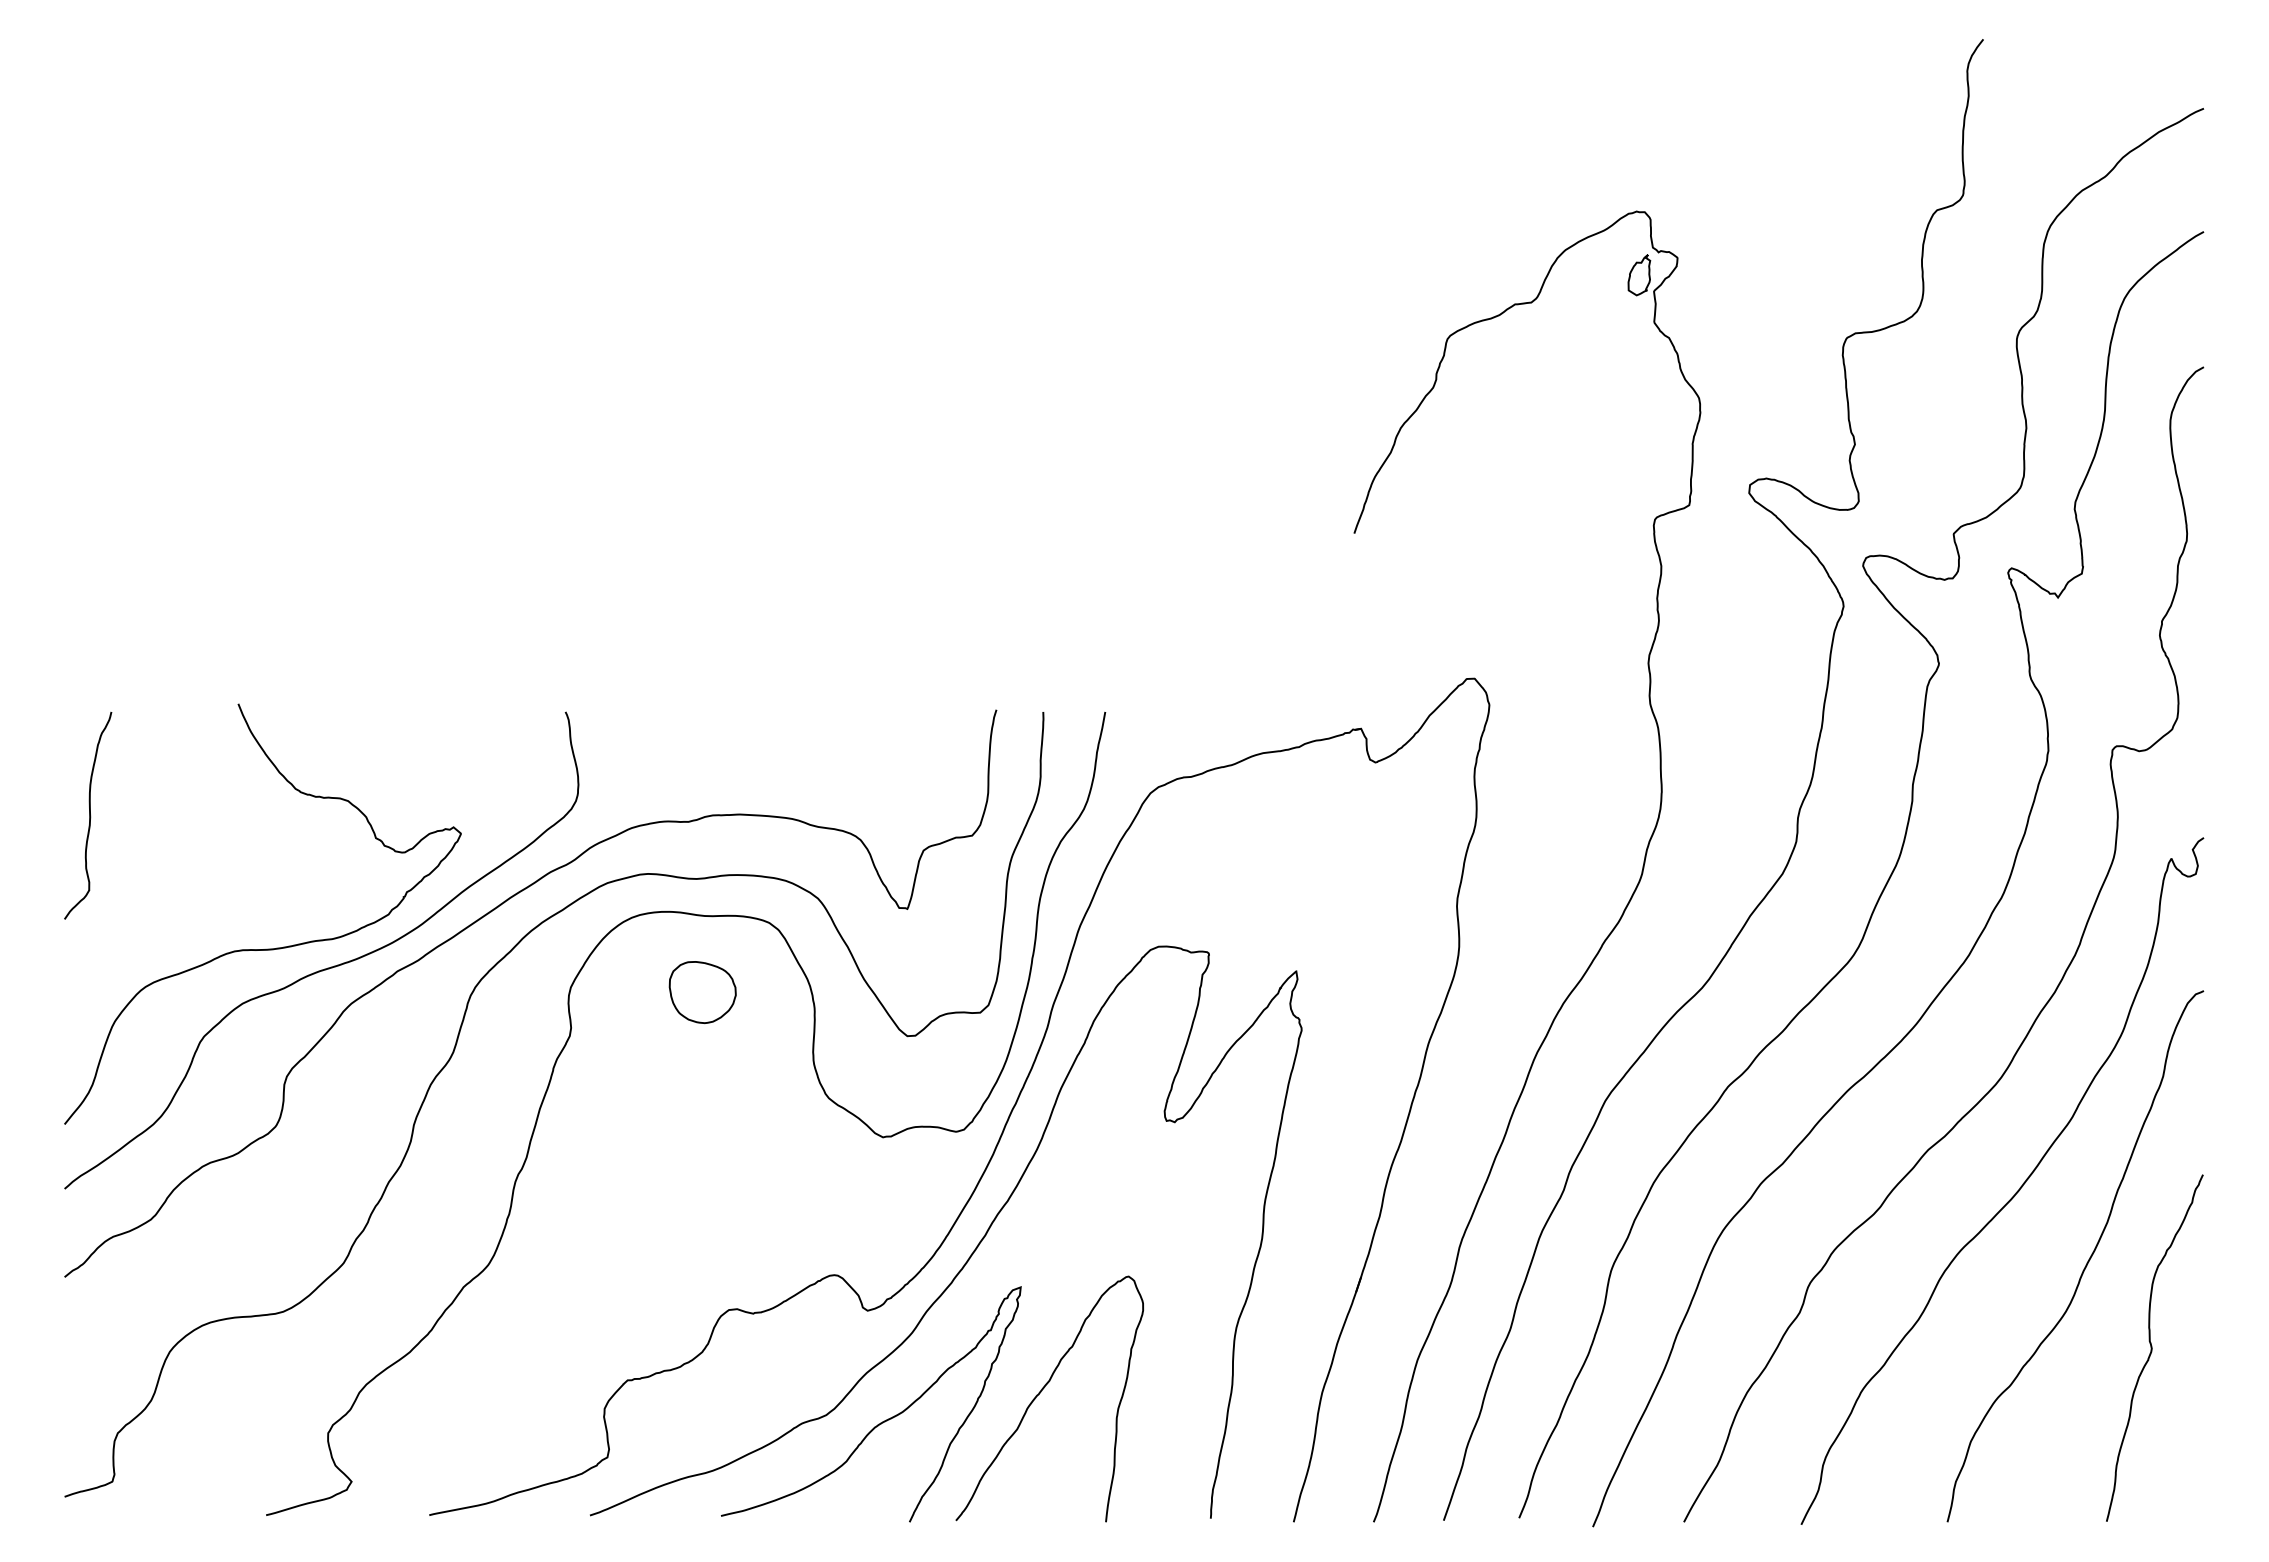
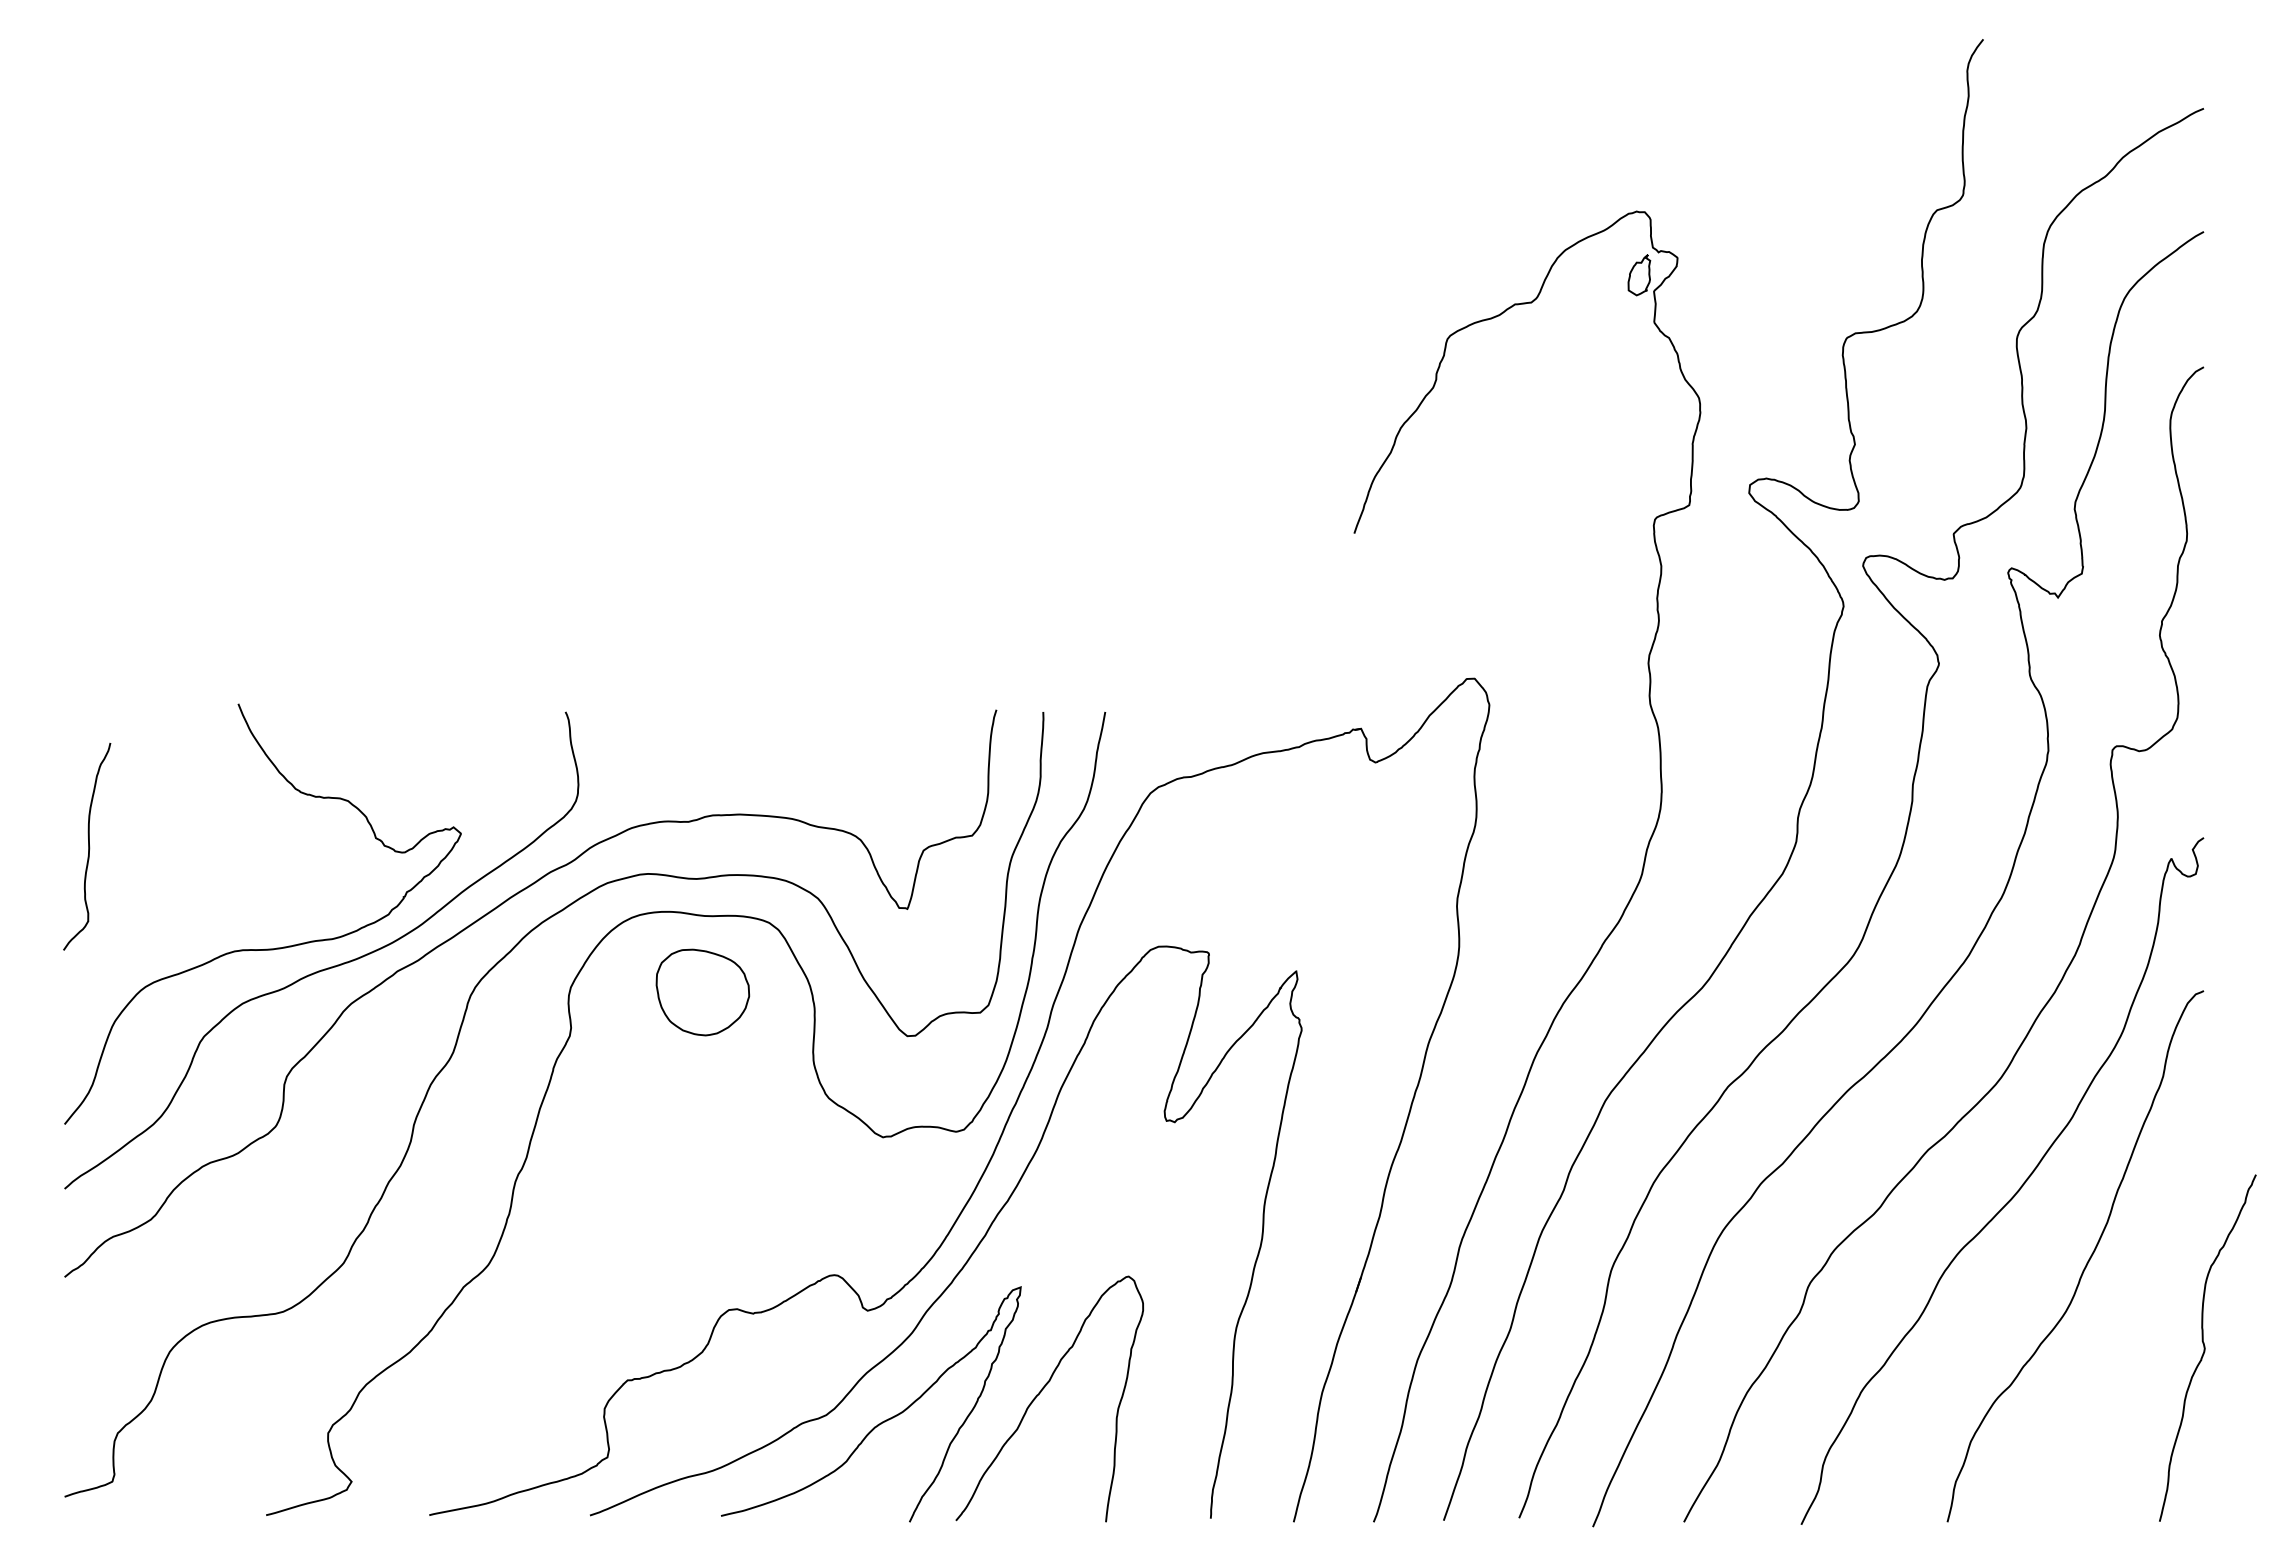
curve at (89, 815) position: (89, 815) -> (88, 846)
part at (702, 992) size: 69x63 px -> 96x89 px
curve at (2152, 1347) position: (2152, 1347) -> (2205, 1347)
